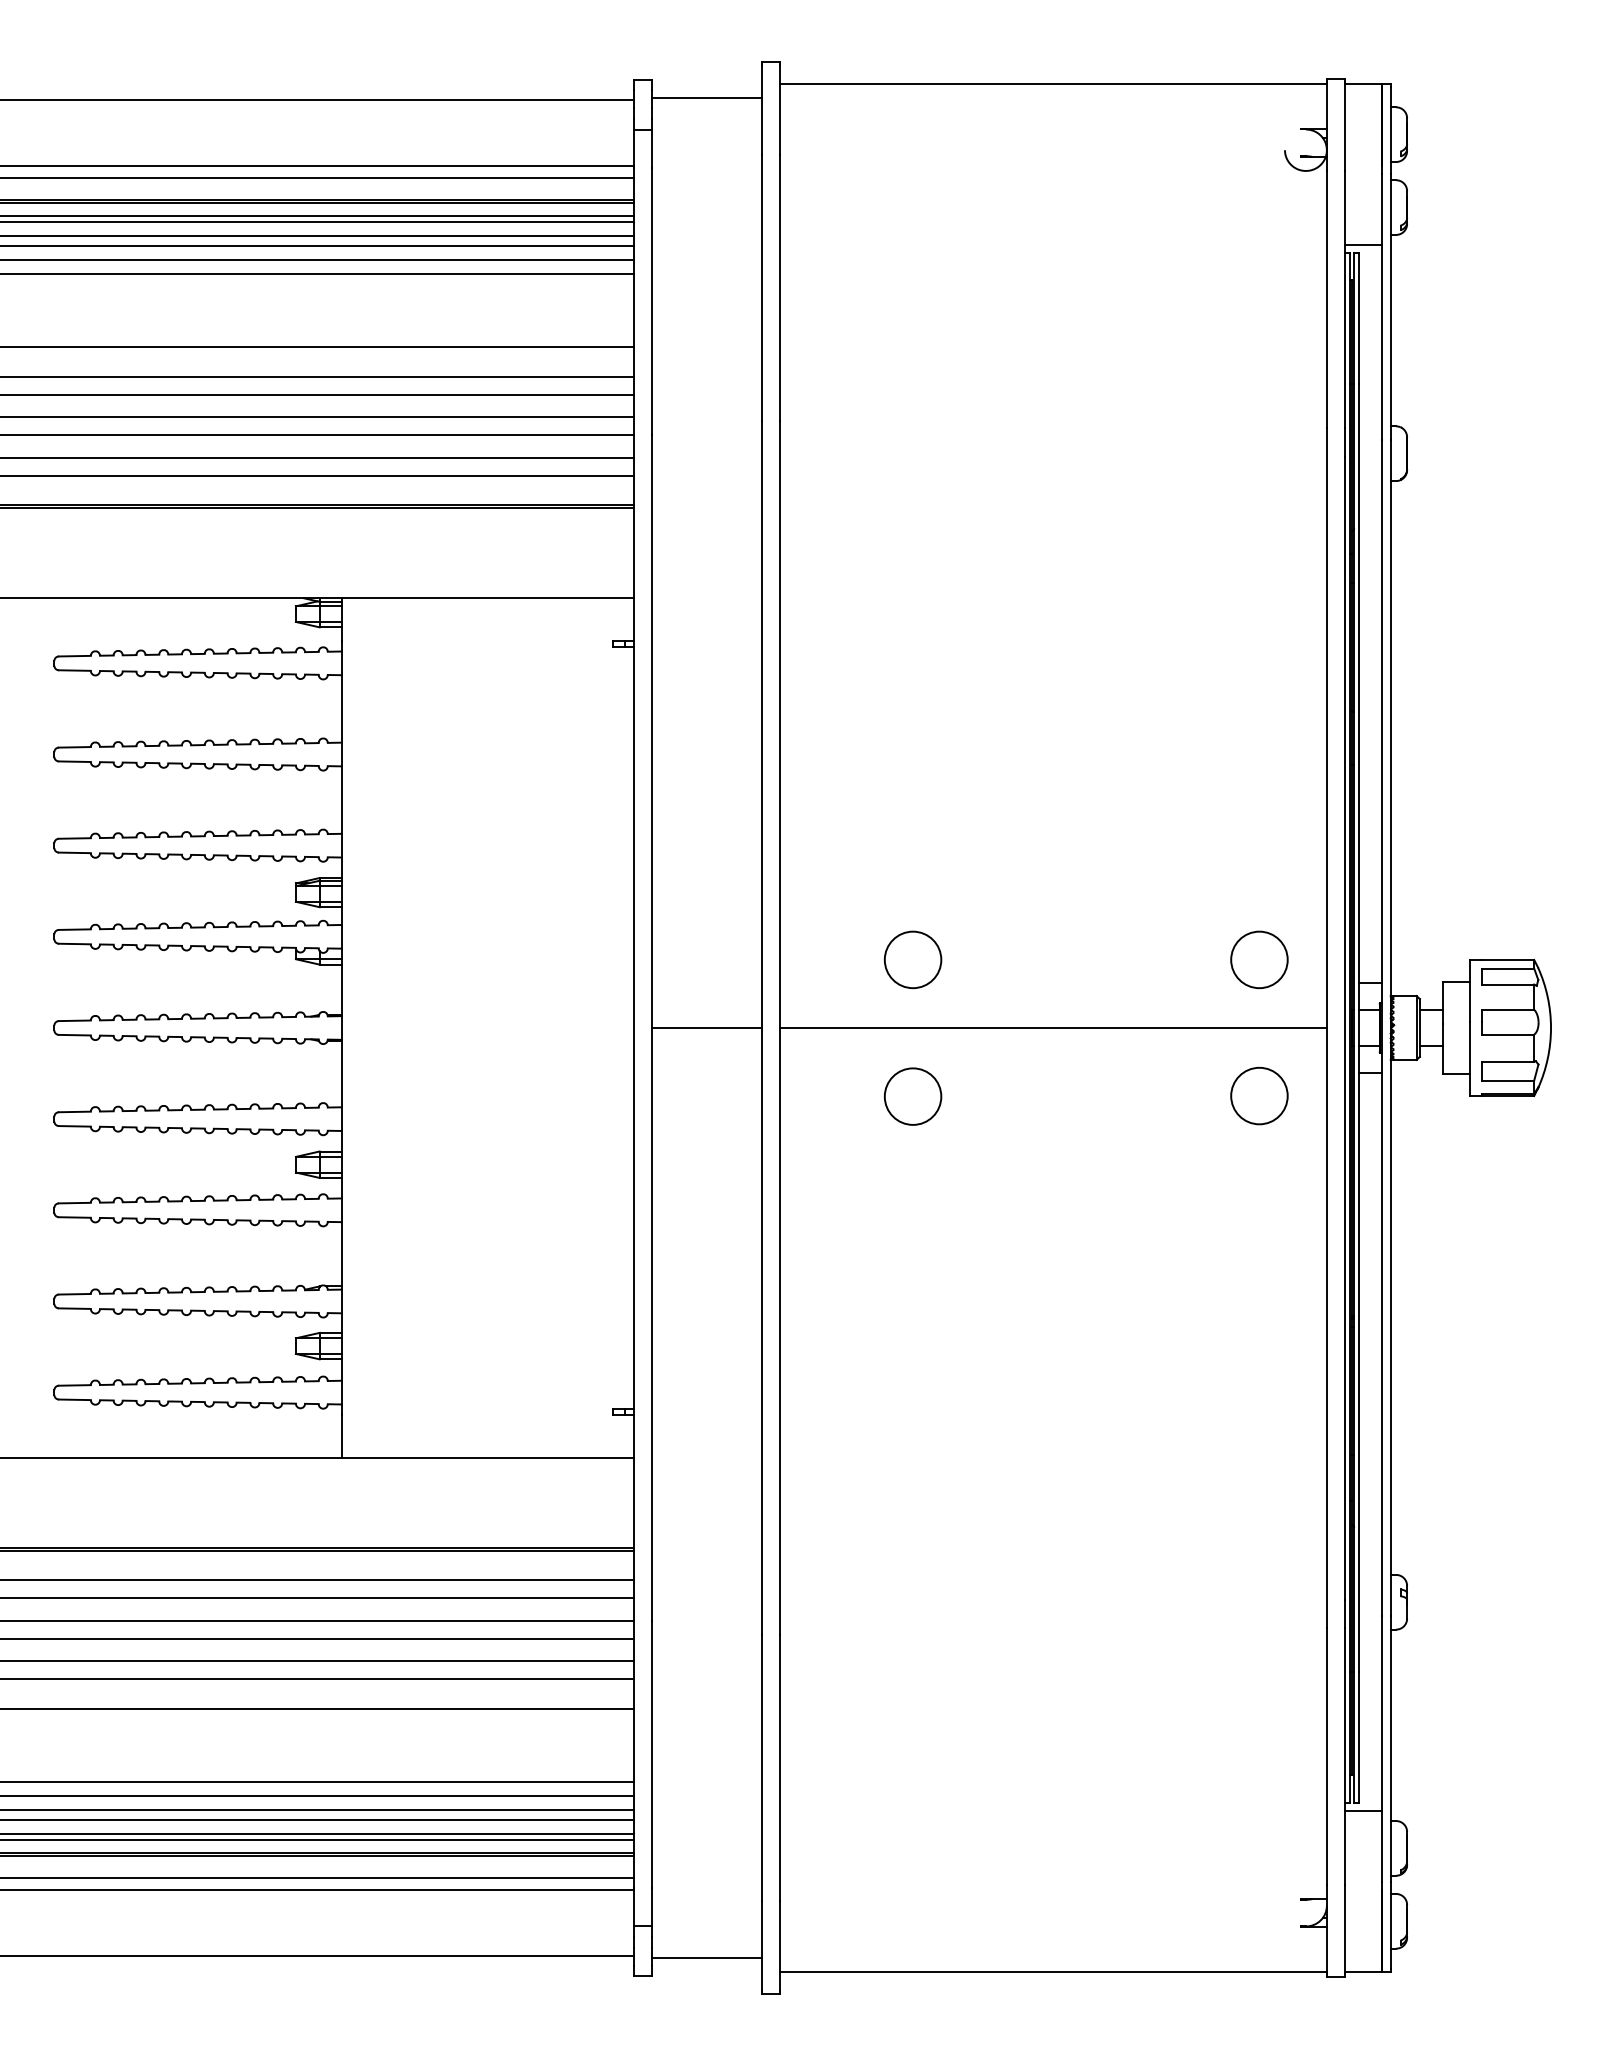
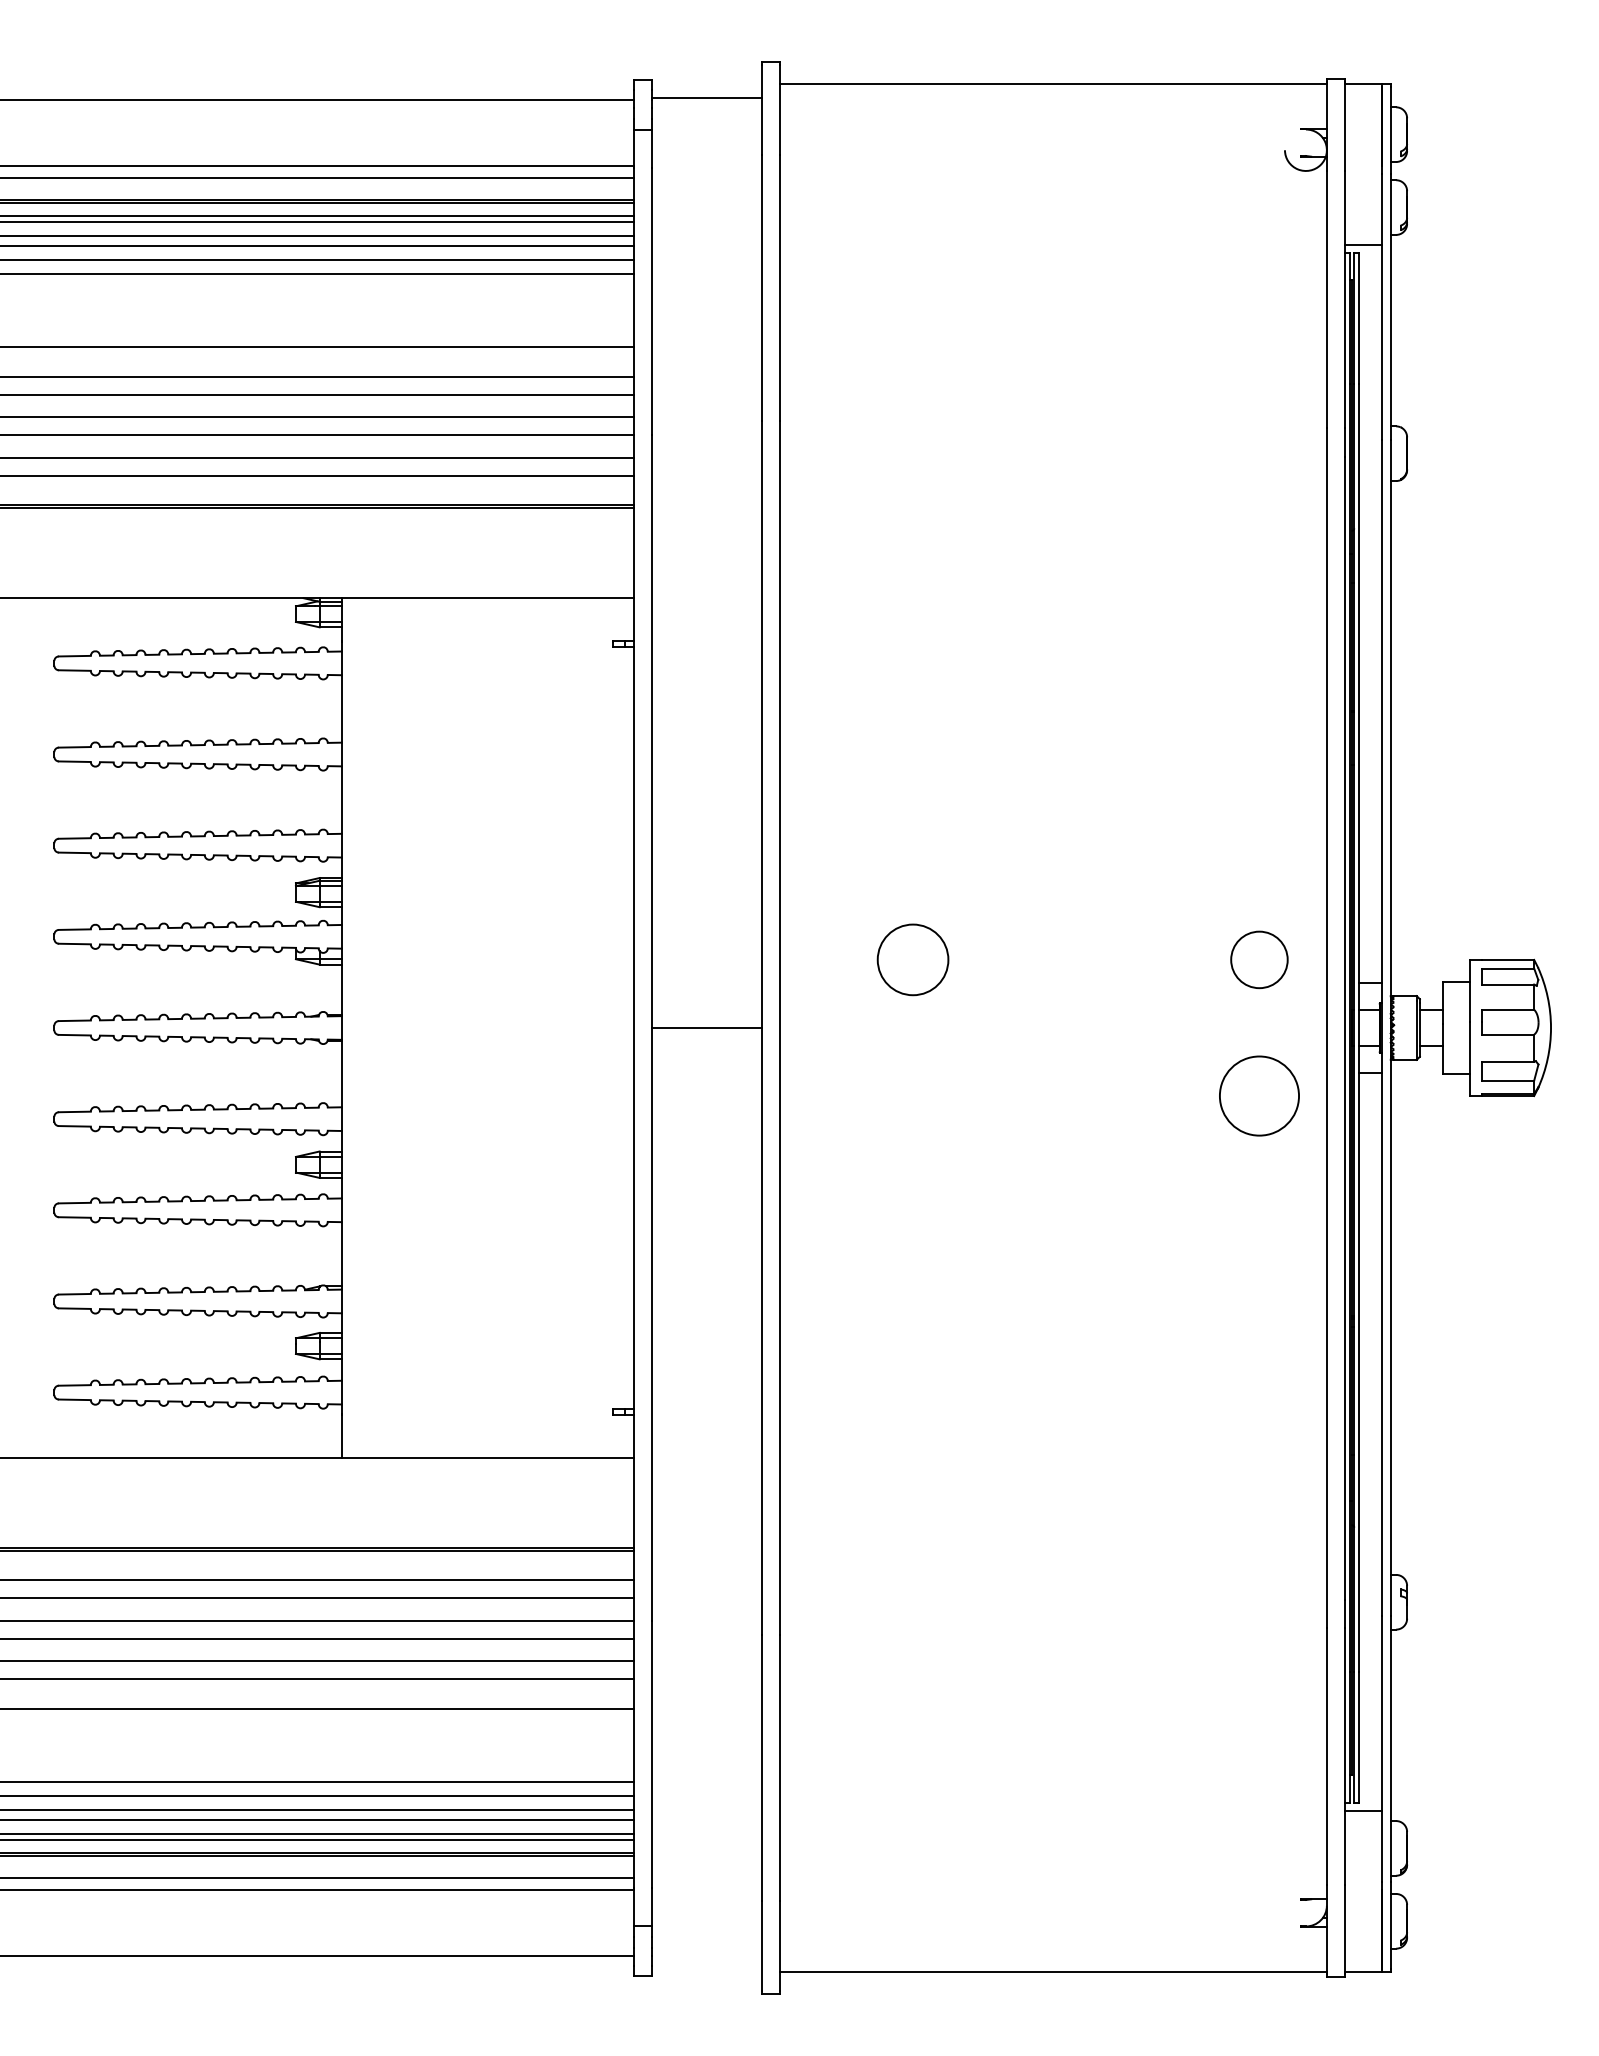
circle at (912, 959) size: 60x60 px -> 74x74 px
line at (1052, 1027): present -> none
circle at (1259, 1095) diameter: 57 px -> 79 px
circle at (912, 1096): present -> none
line at (706, 1958): present -> none
